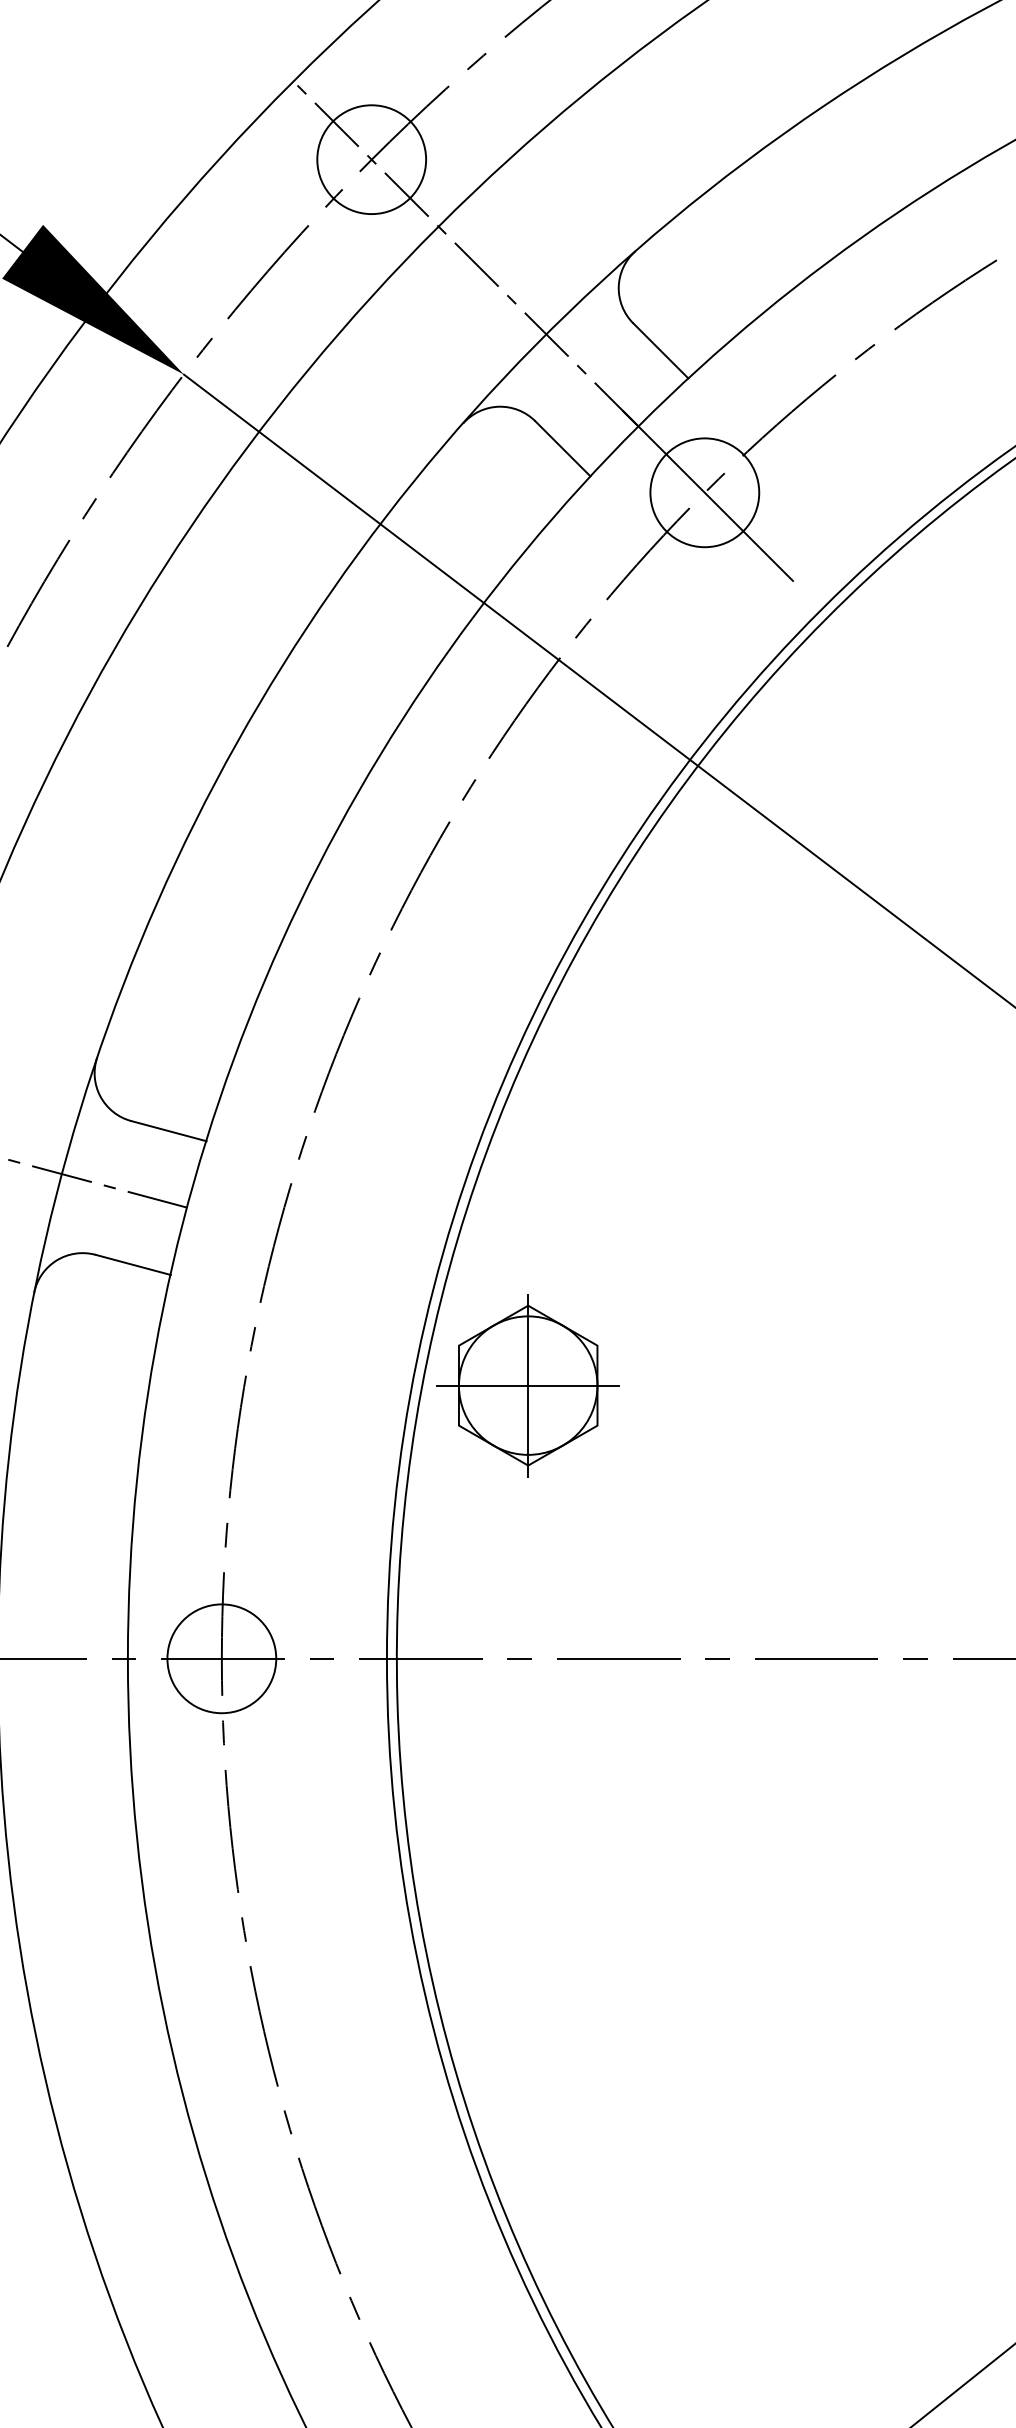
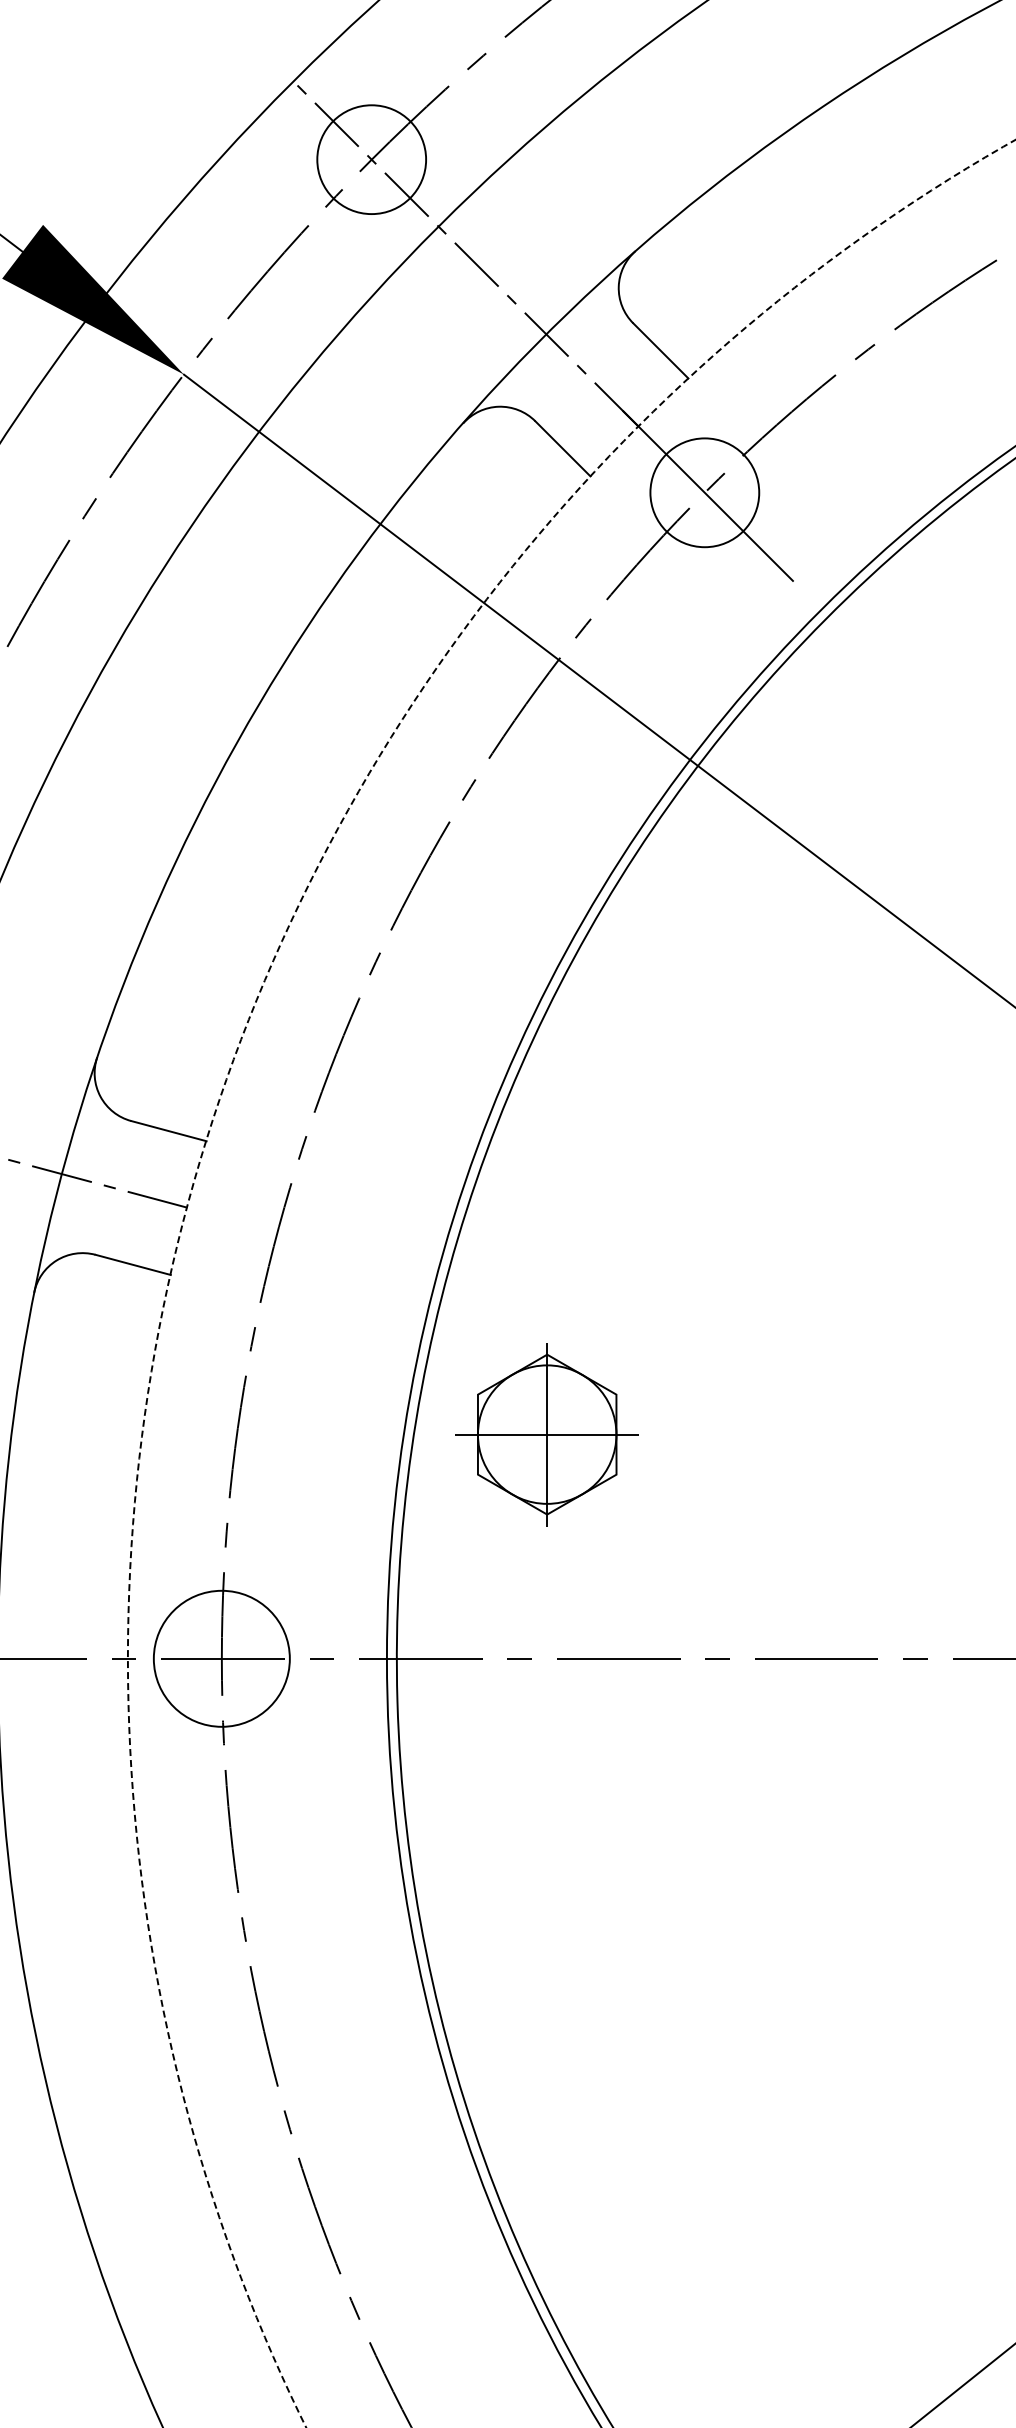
circle at (571, 1283): solid -> dashed
part at (527, 1385) position: (527, 1385) -> (546, 1434)
circle at (221, 1658) diameter: 109 px -> 136 px
